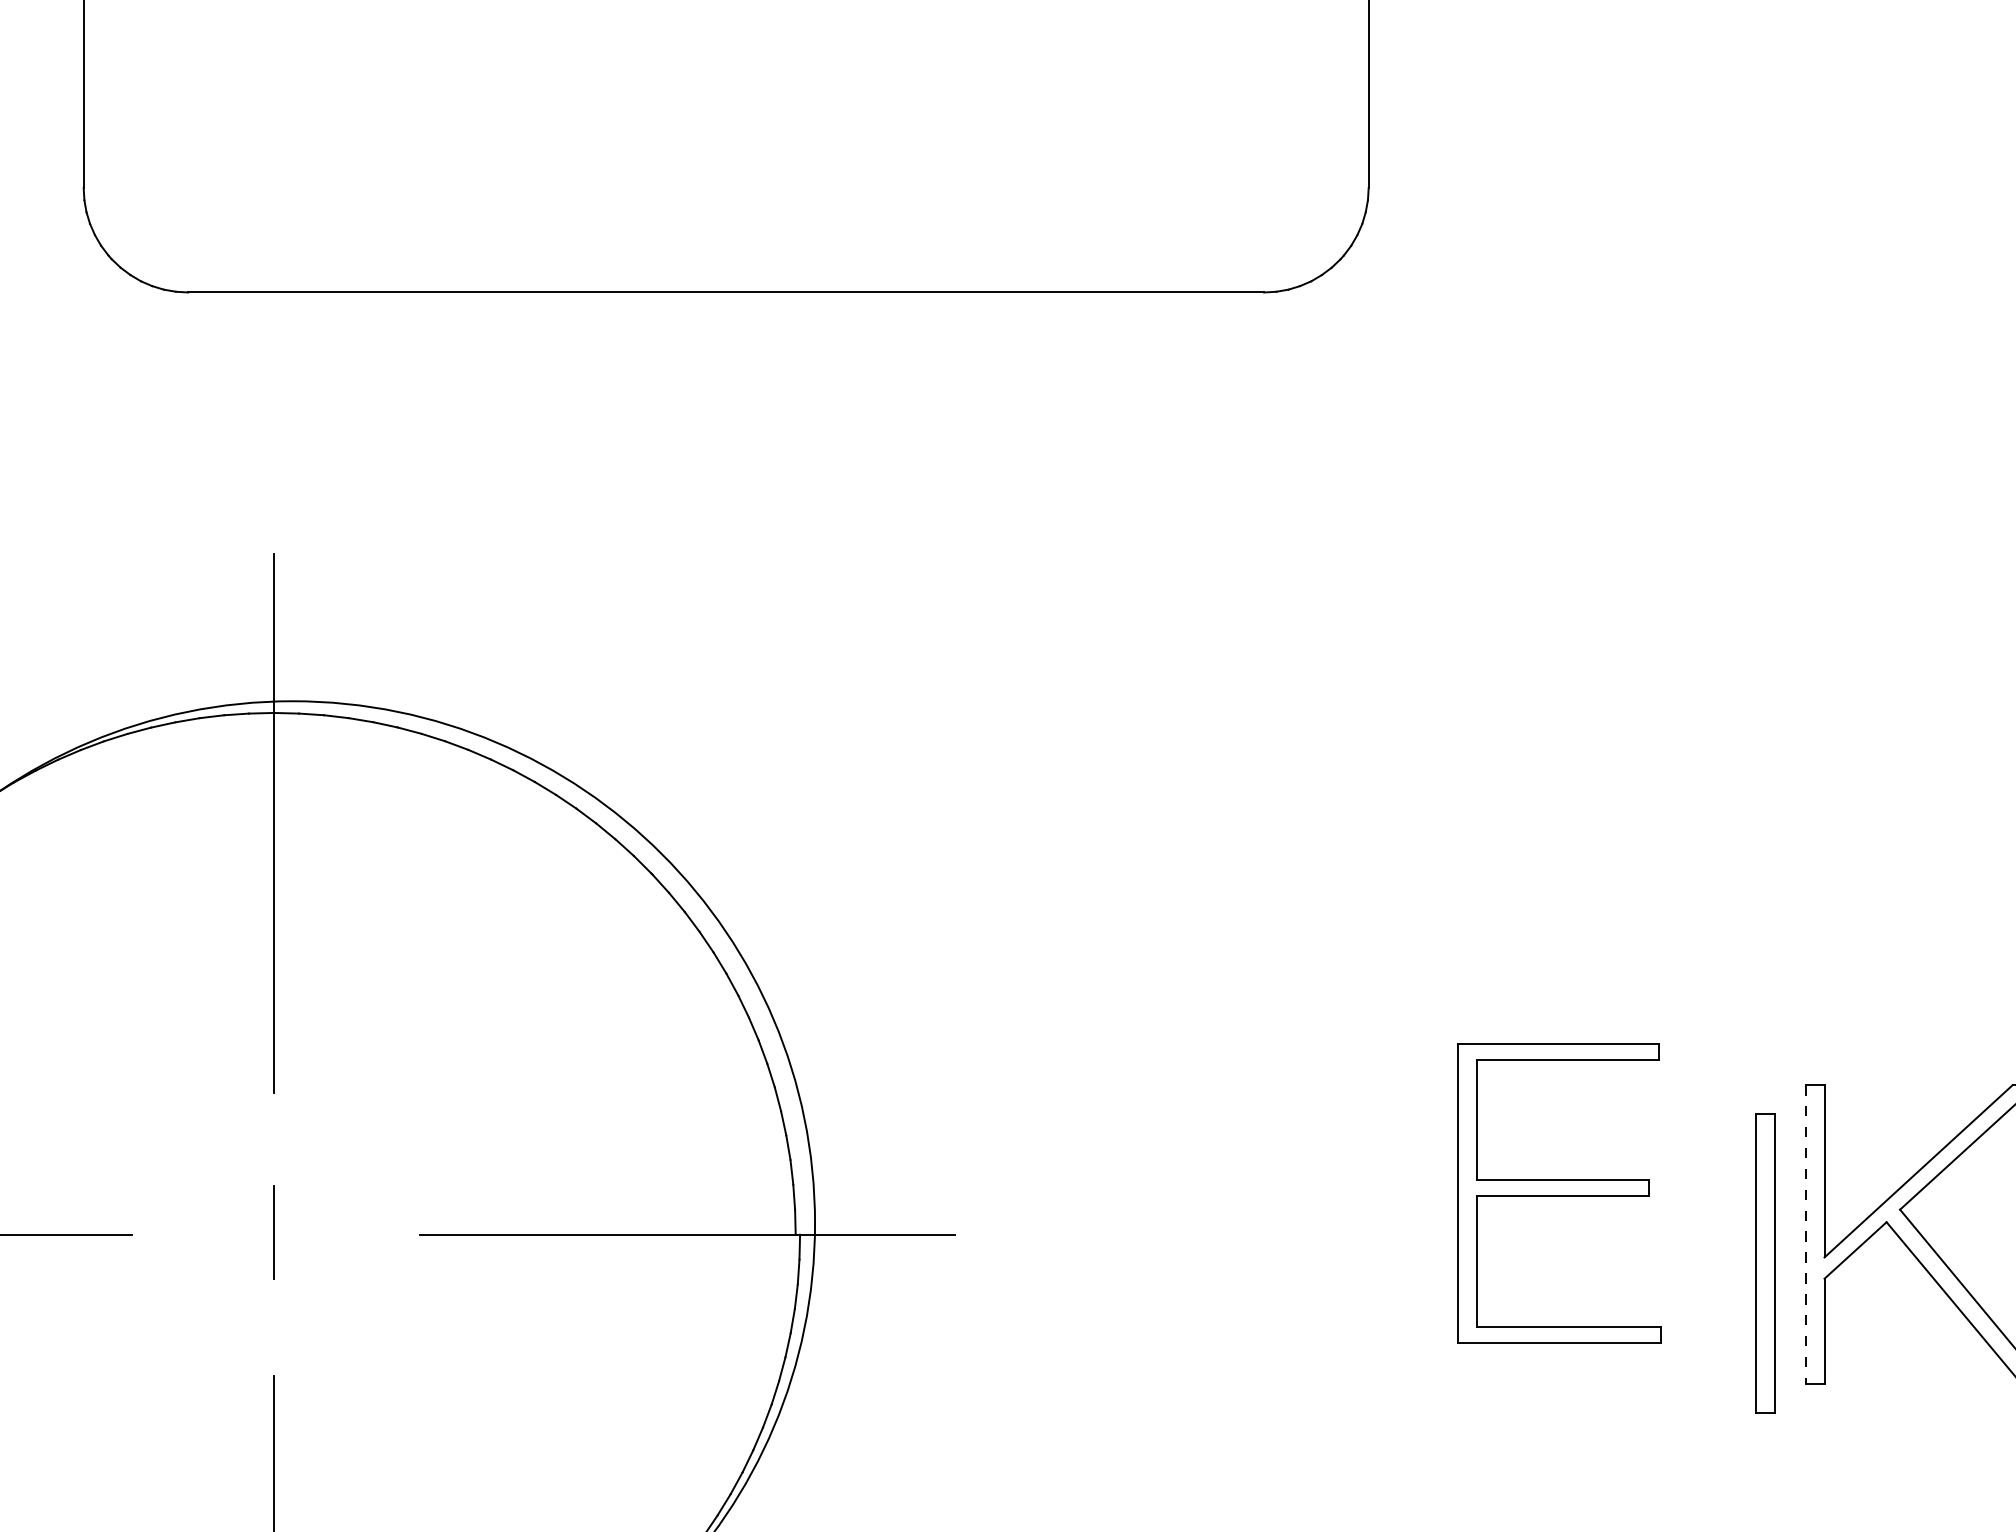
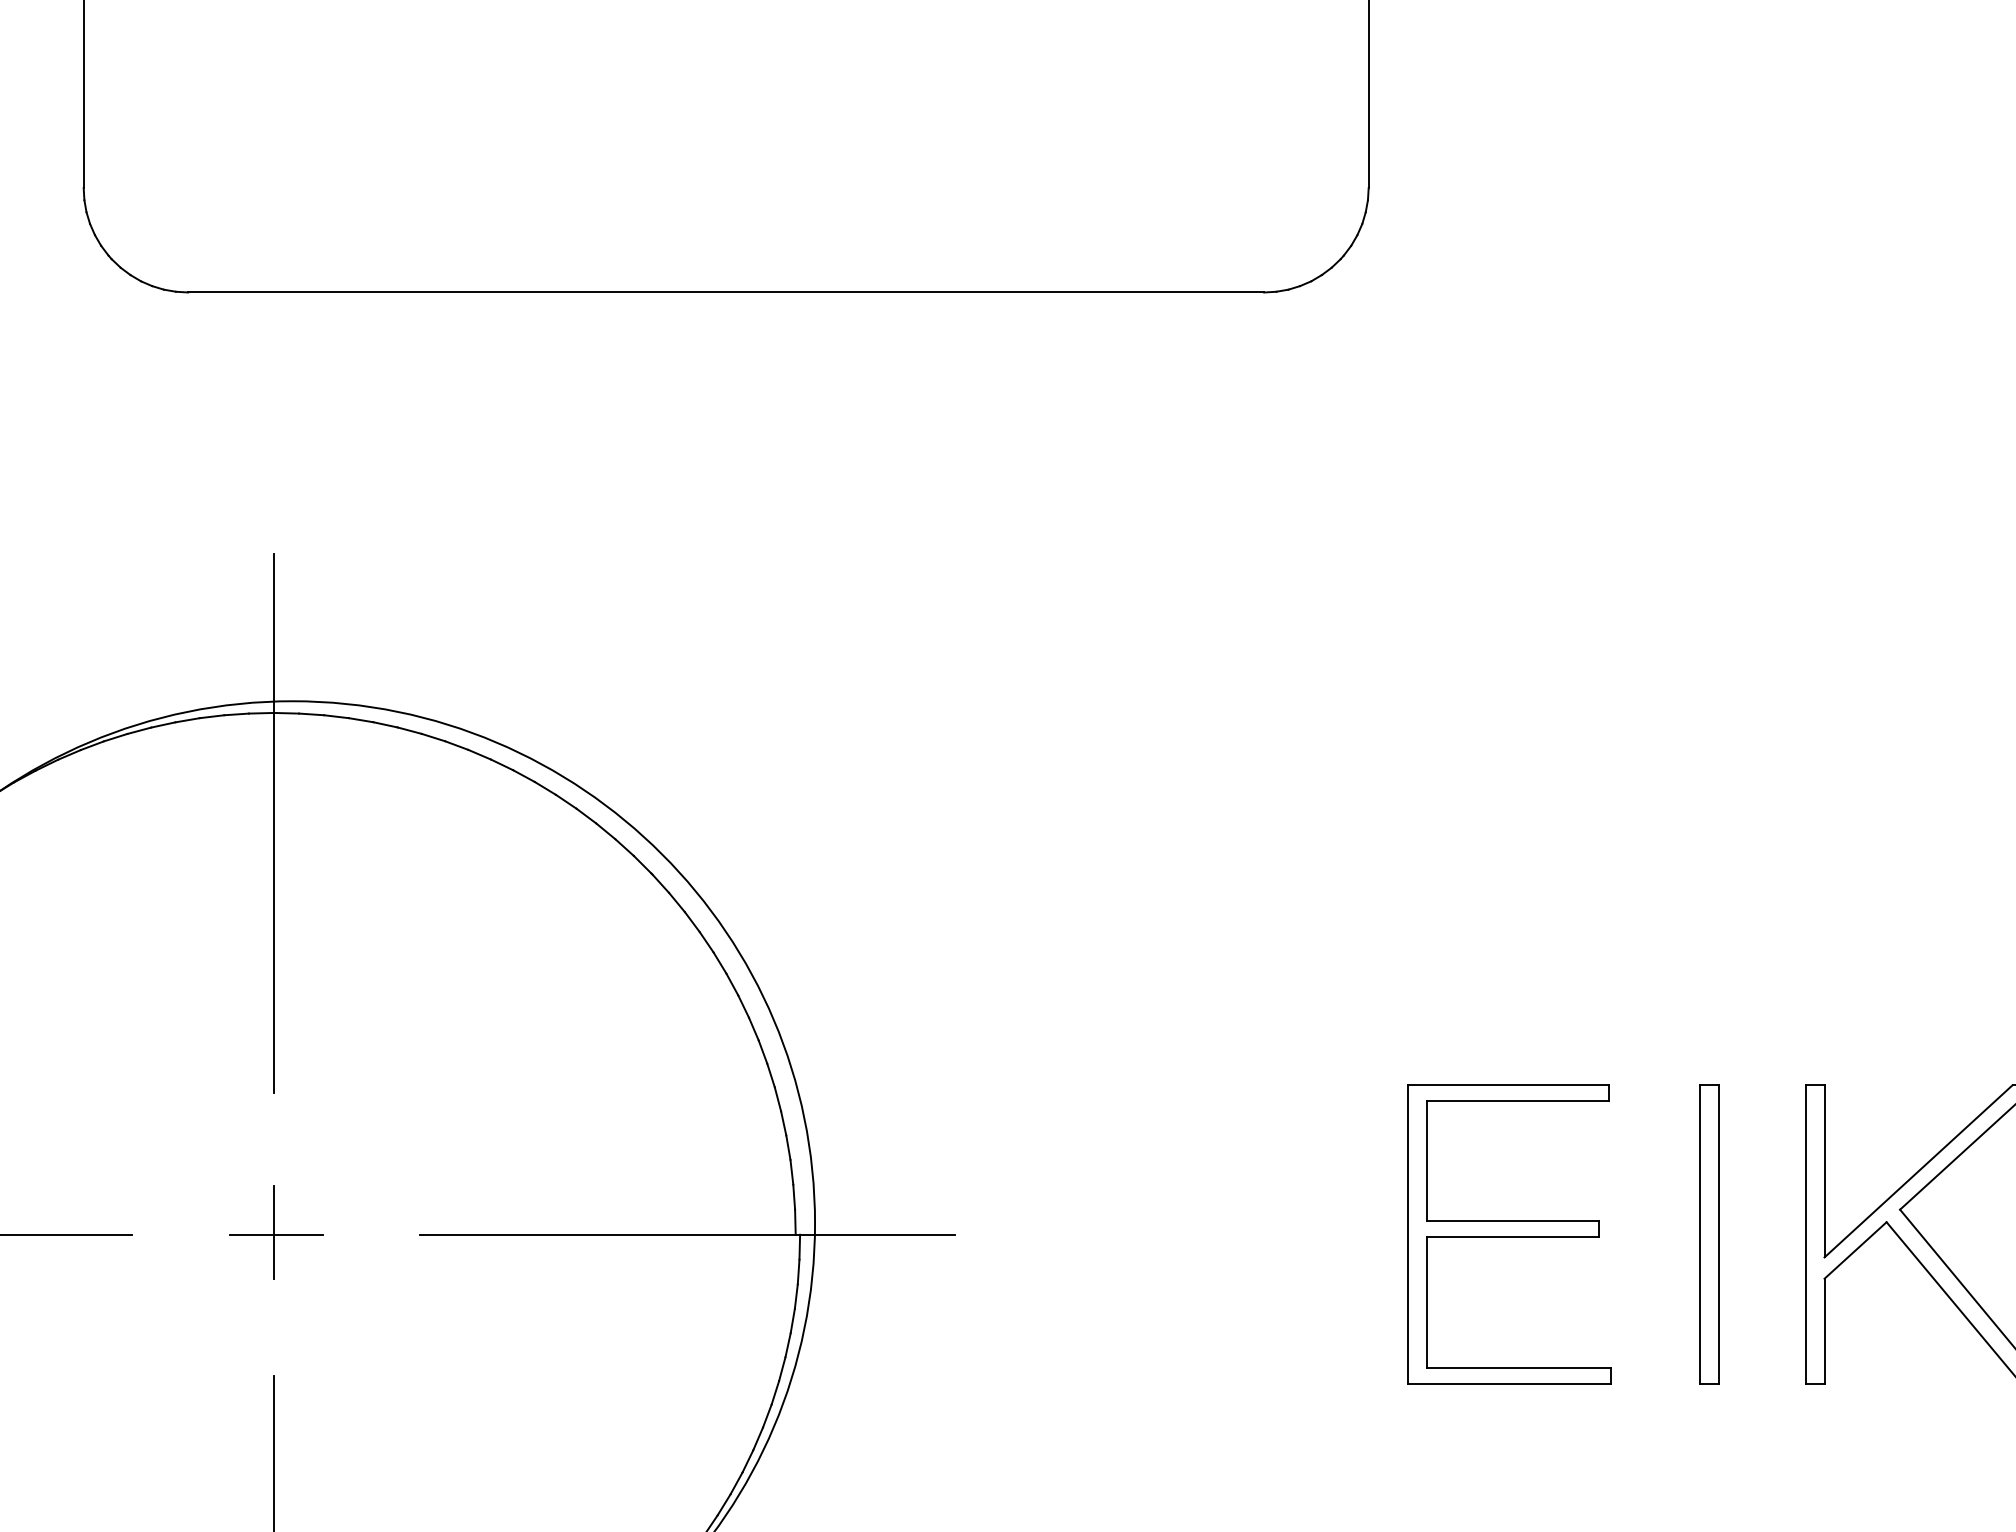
part at (1559, 1193) position: (1559, 1193) -> (1509, 1234)
line at (275, 1234): none -> present
line at (1806, 1234): dashed -> solid
part at (1765, 1263) position: (1765, 1263) -> (1709, 1234)
